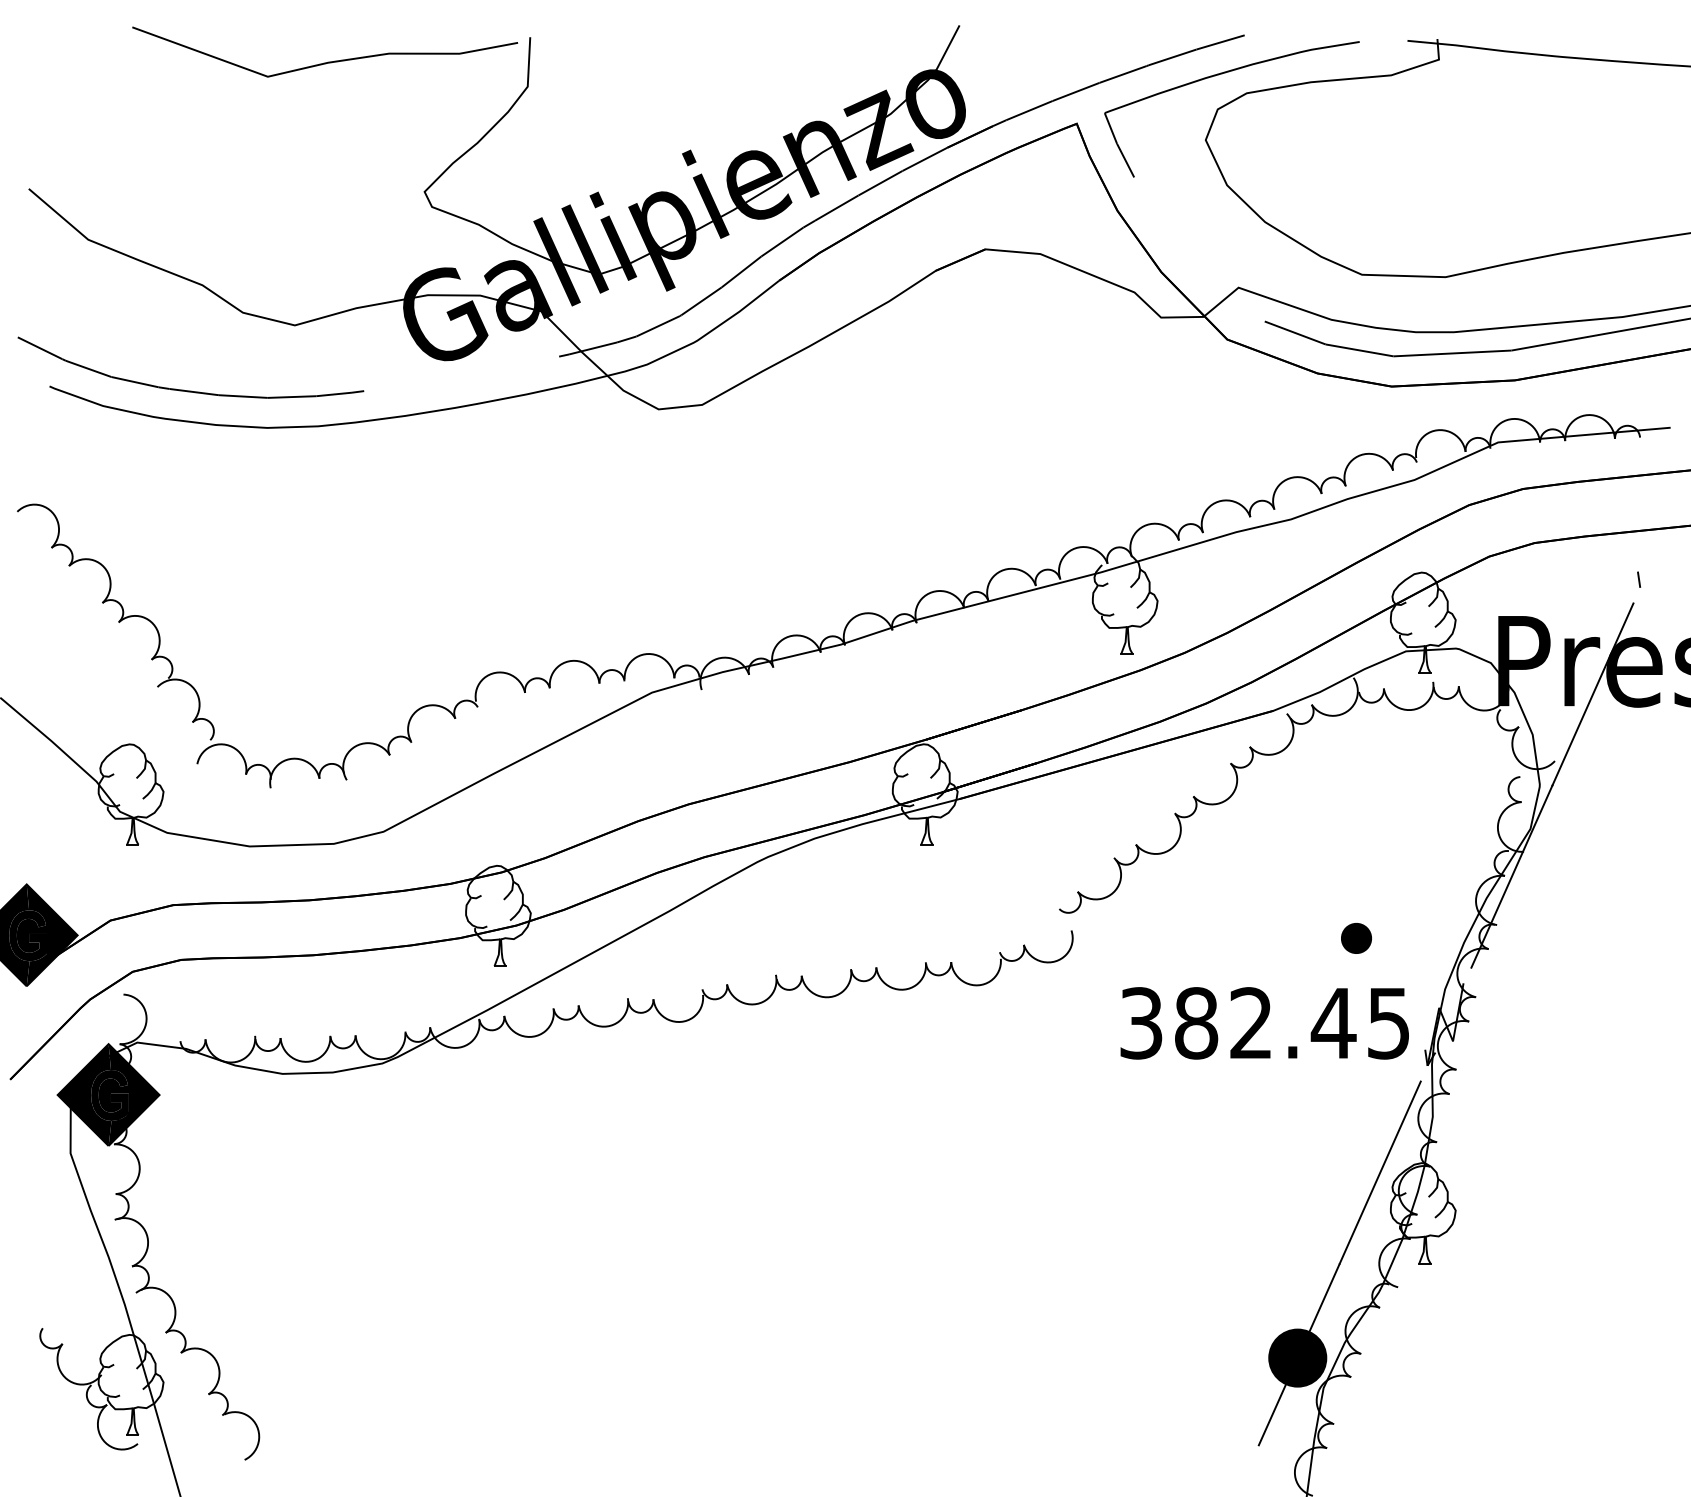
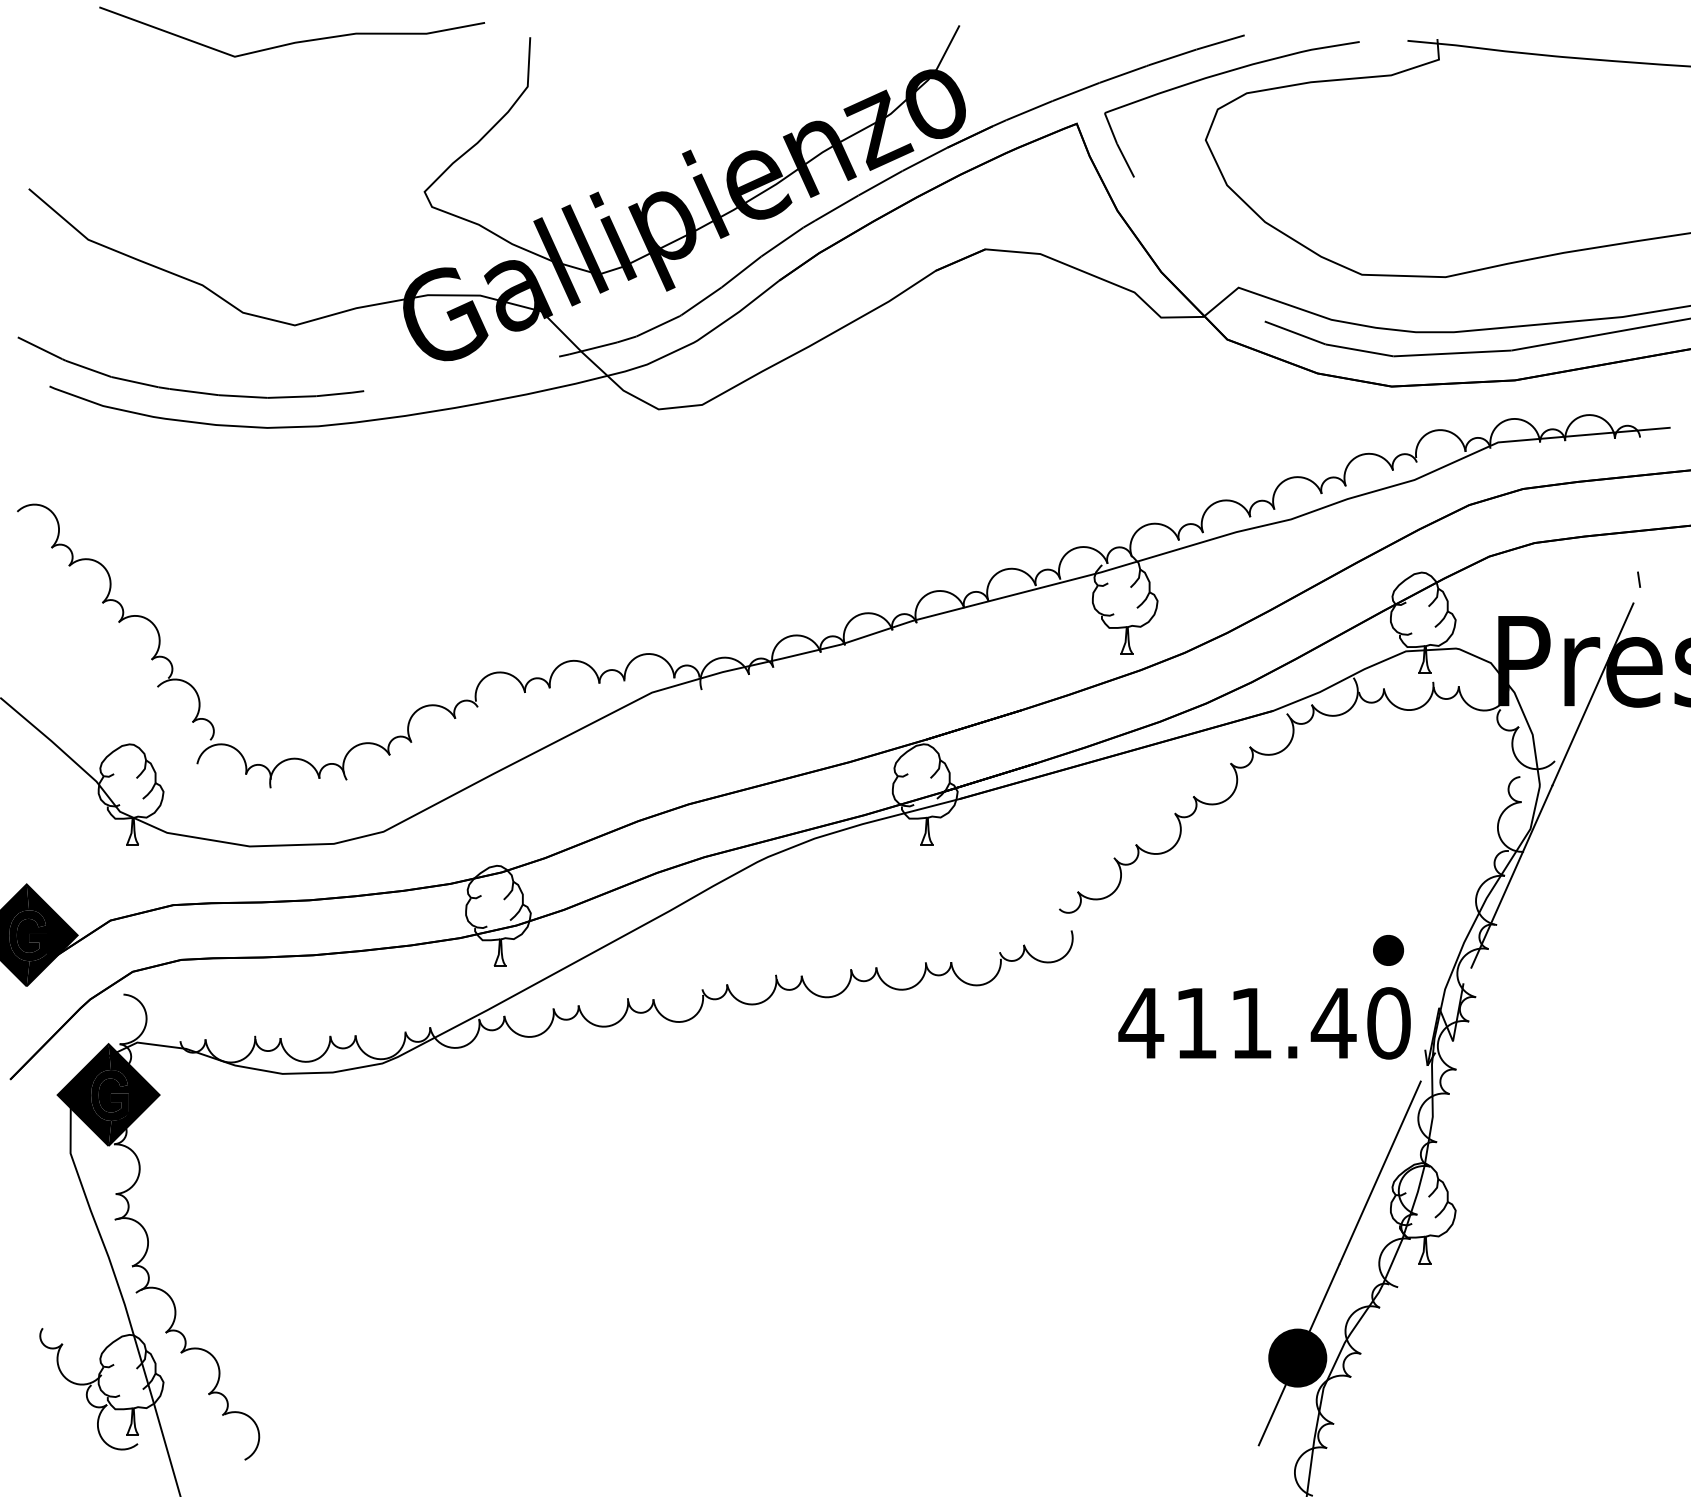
curve at (328, 61) position: (328, 61) -> (295, 41)
part at (1356, 938) position: (1356, 938) -> (1388, 950)
text at (1264, 1023): 382.45 -> 411.40
